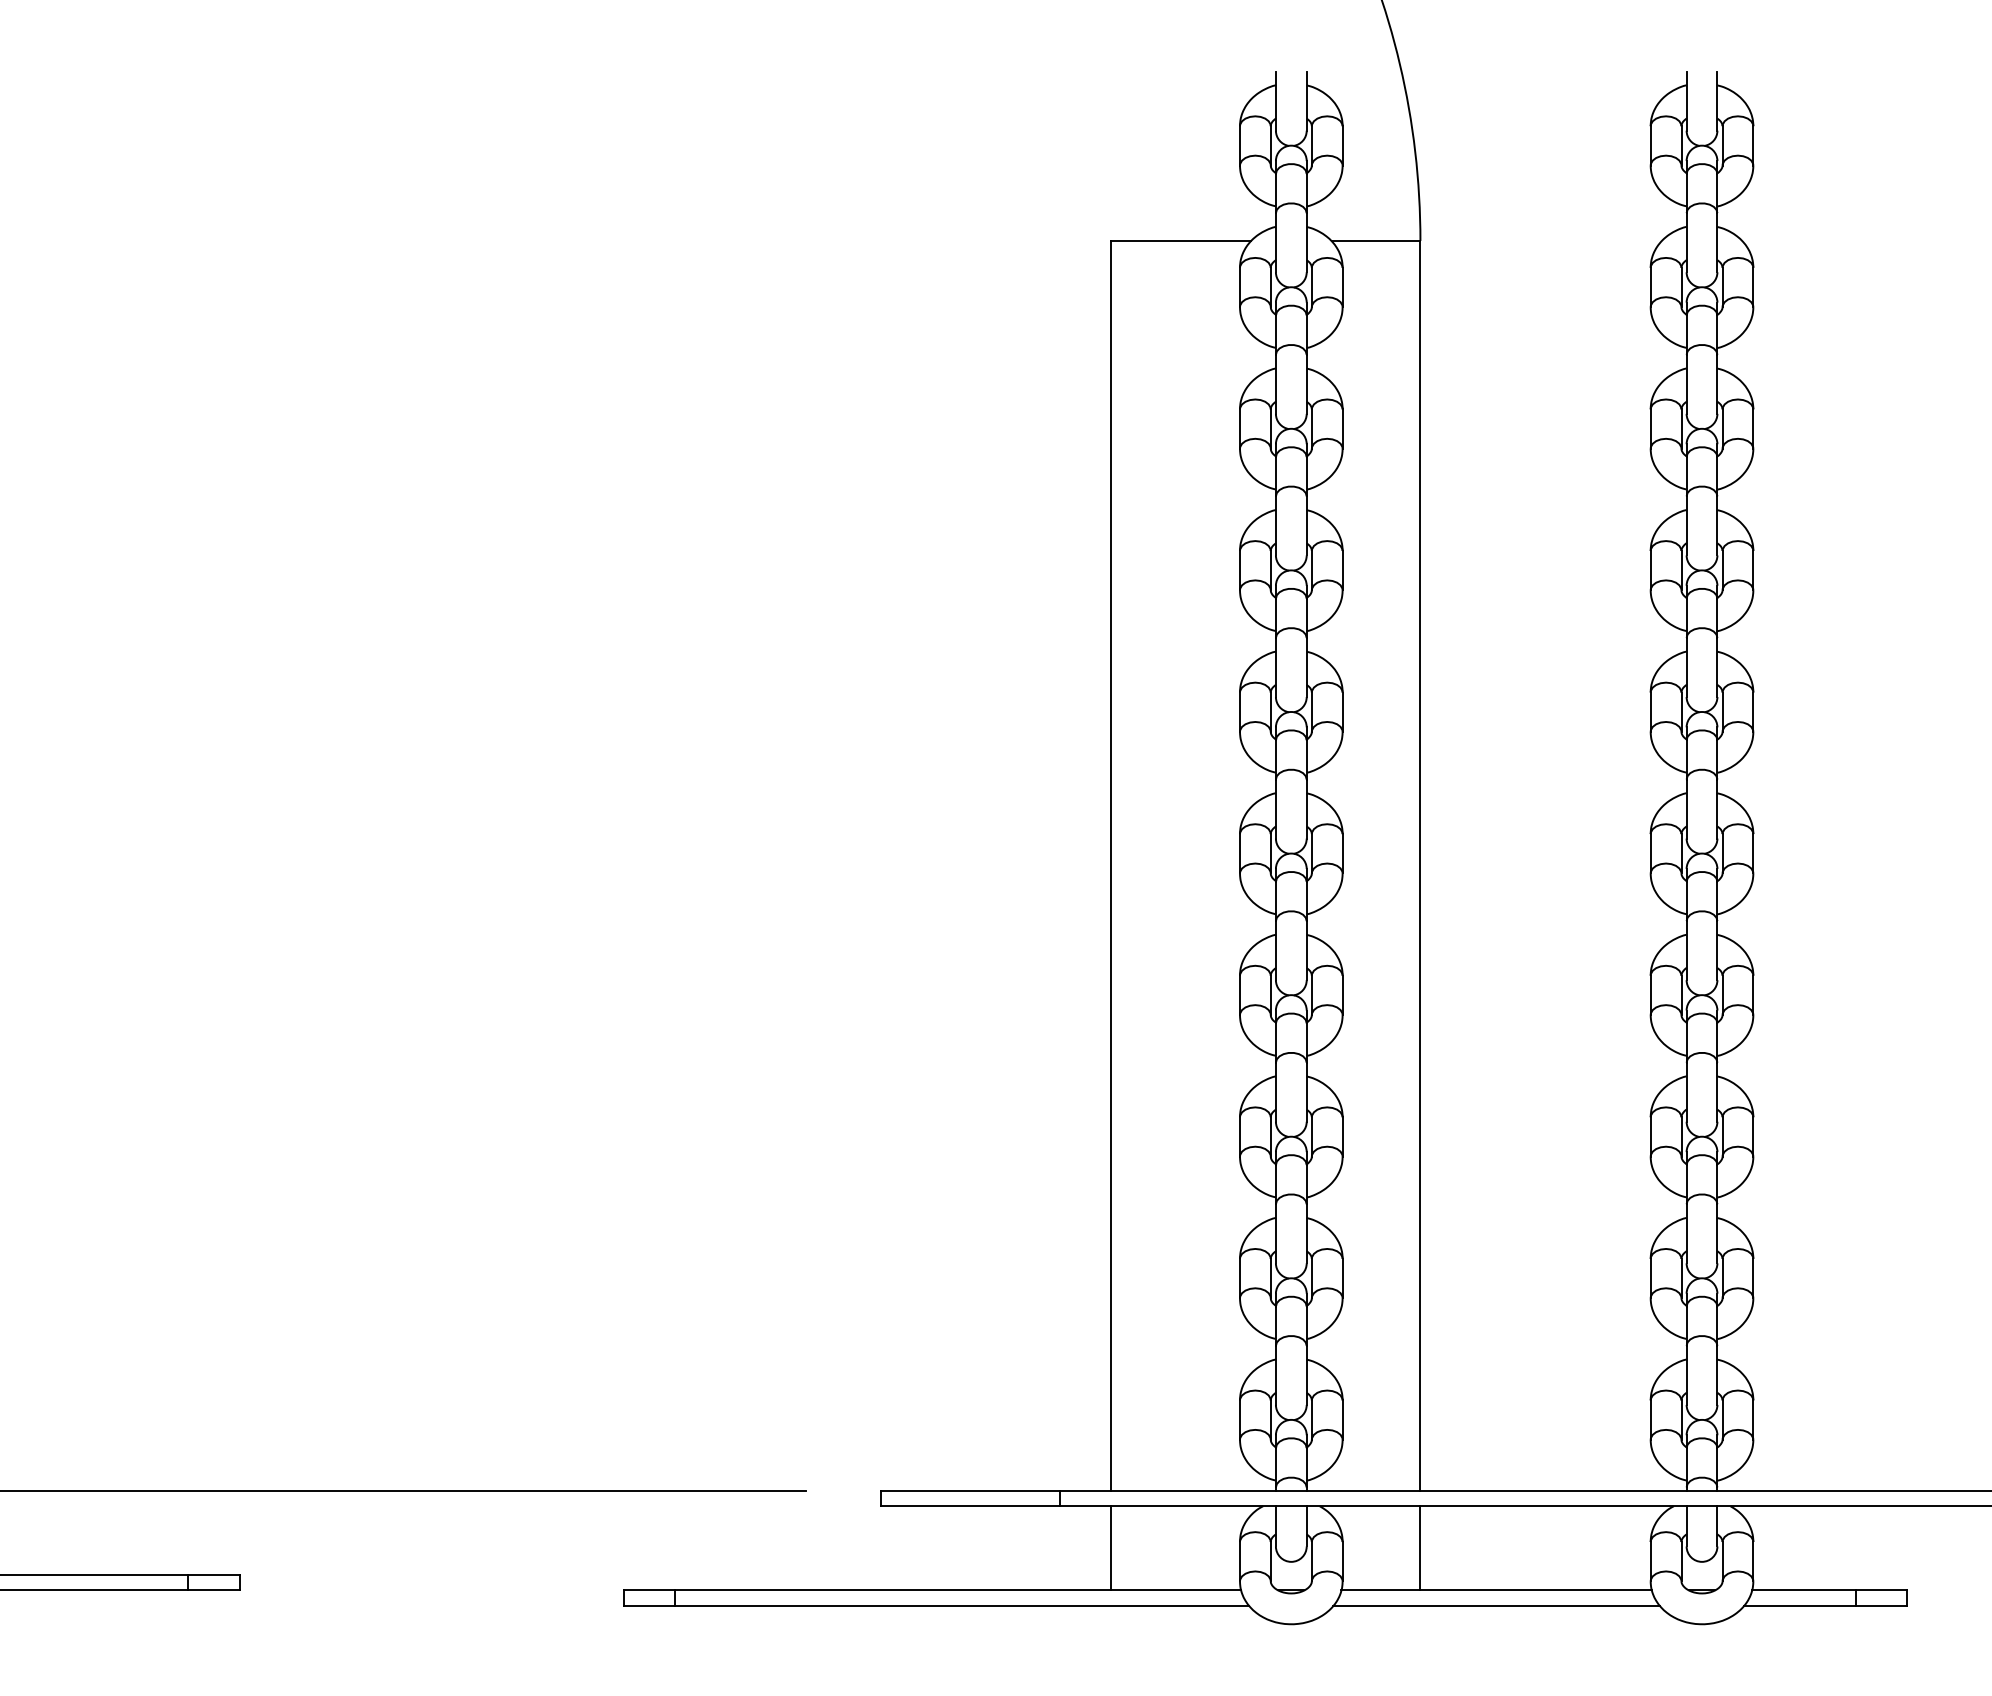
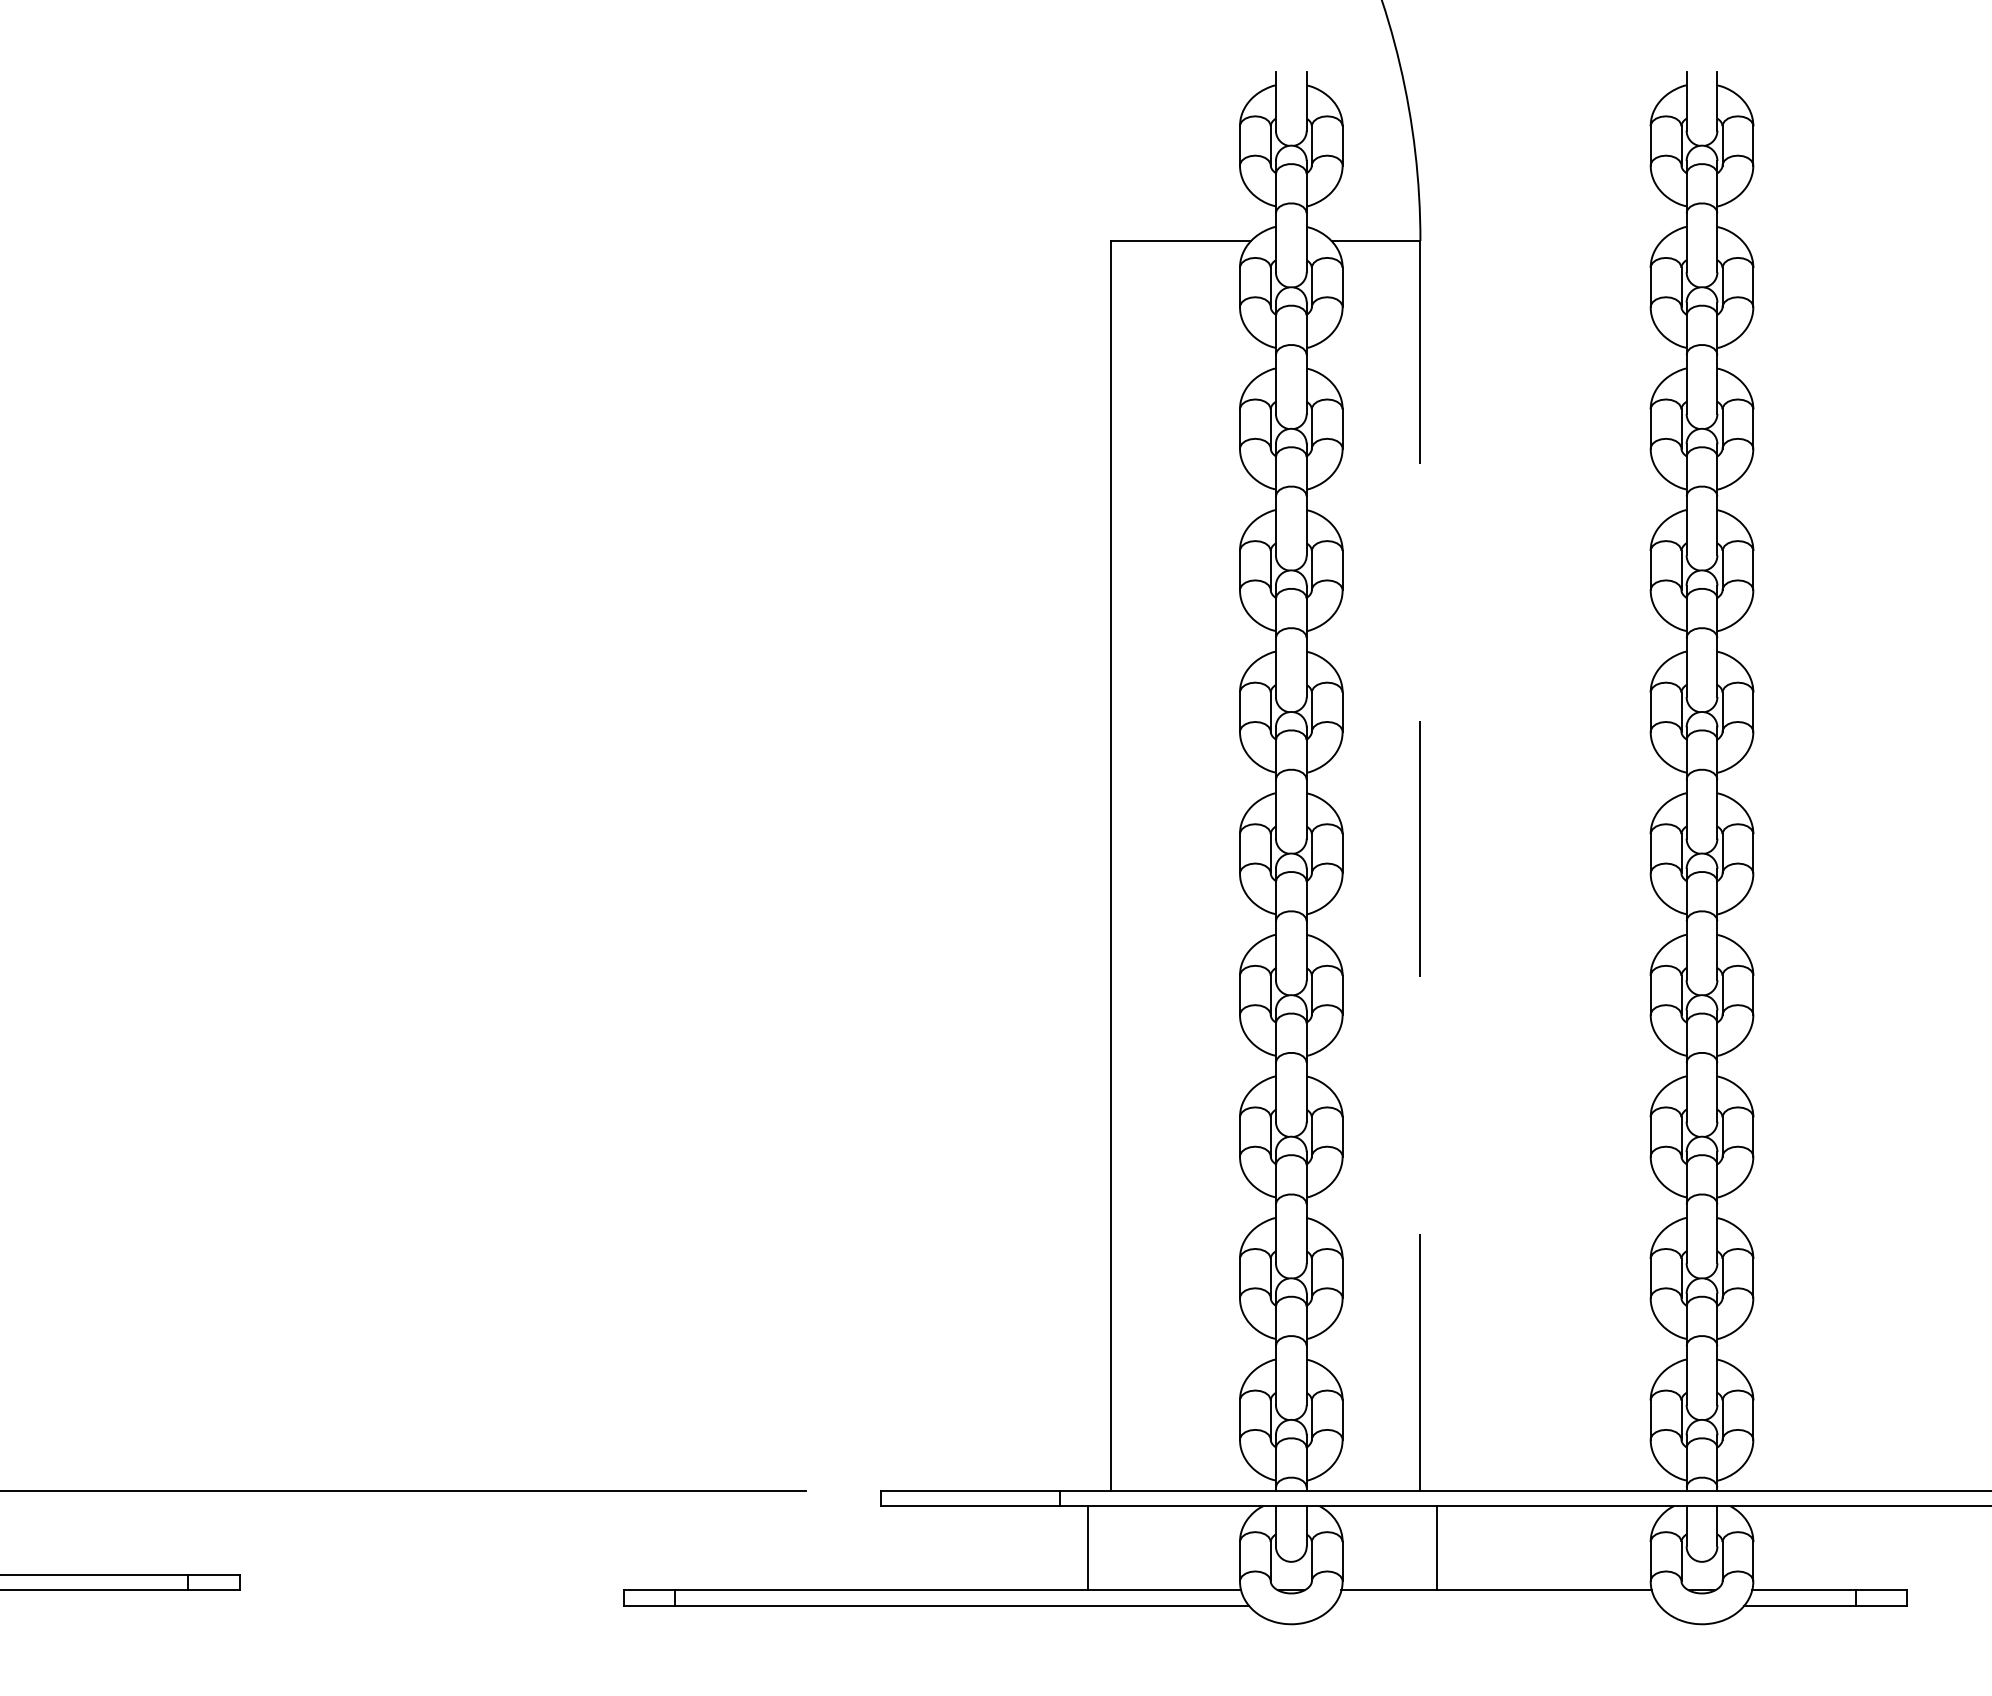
line at (1420, 865): solid -> dashed
line at (1110, 1548) position: (1110, 1548) -> (1087, 1548)
line at (1420, 1548) position: (1420, 1548) -> (1437, 1548)
line at (1496, 1605): present -> none
